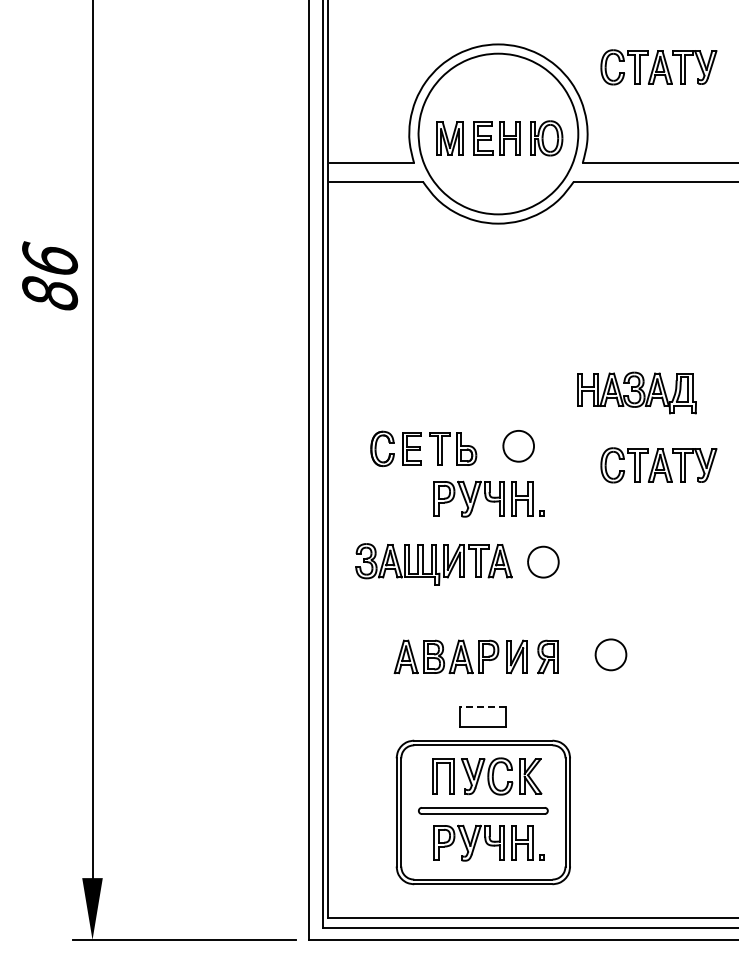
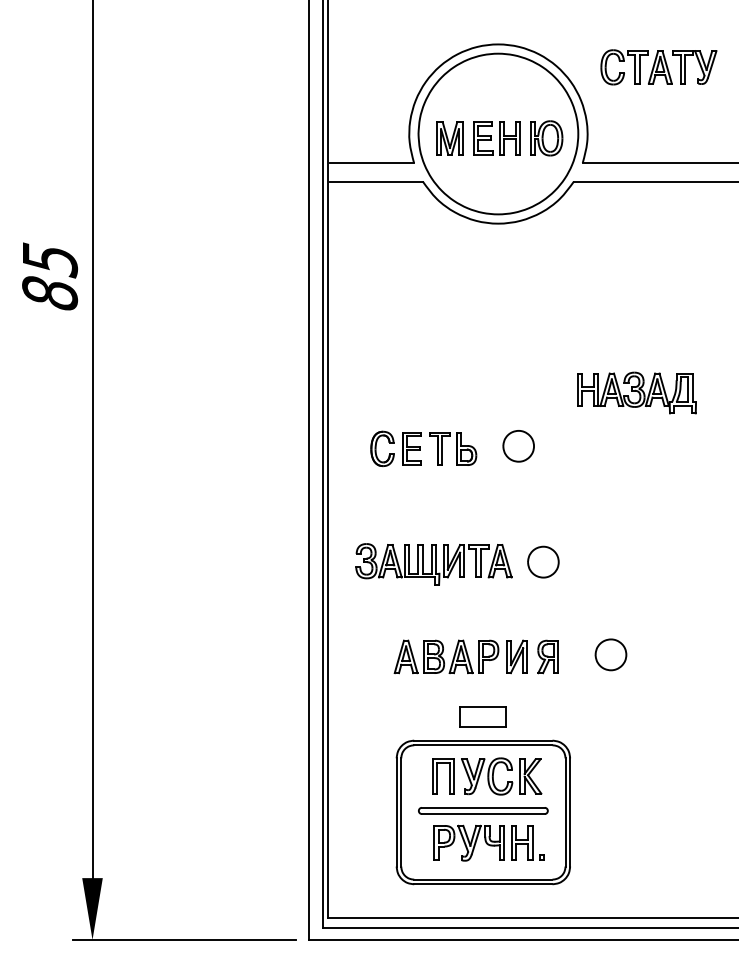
text at (50, 259): 86 -> 85
part at (658, 465): present -> none
part at (488, 498): present -> none
line at (482, 706): dashed -> solid
